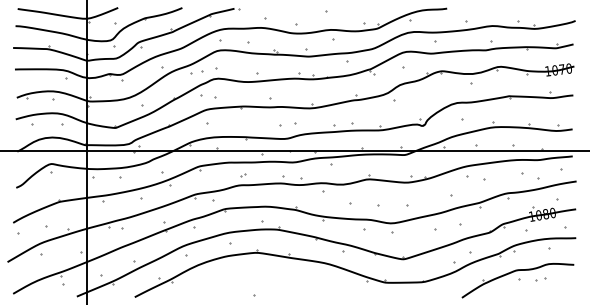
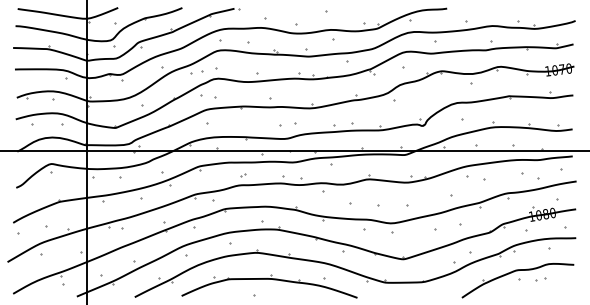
part at (269, 279): none -> present
